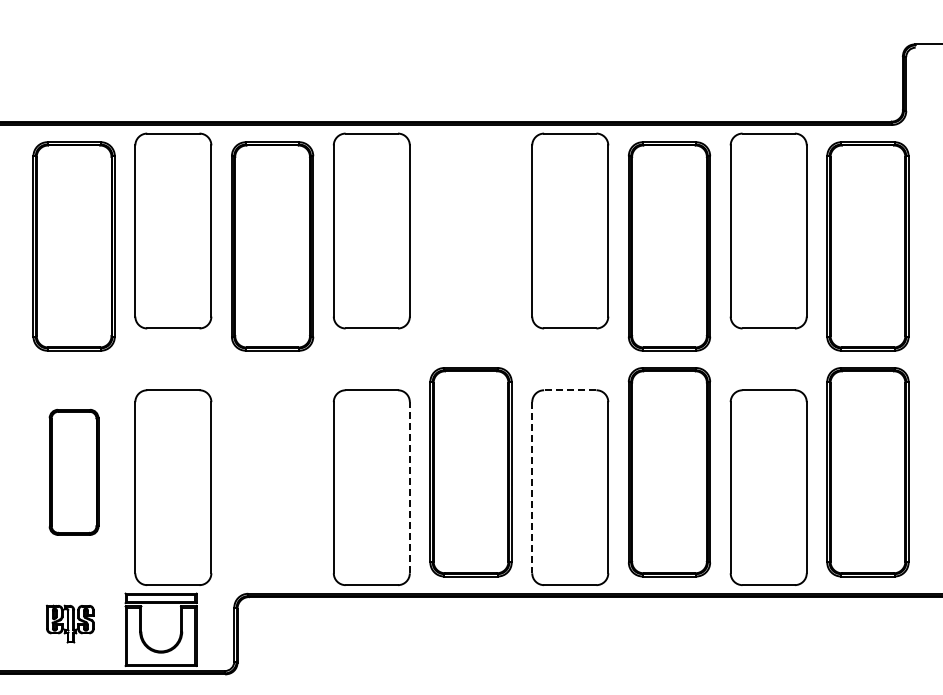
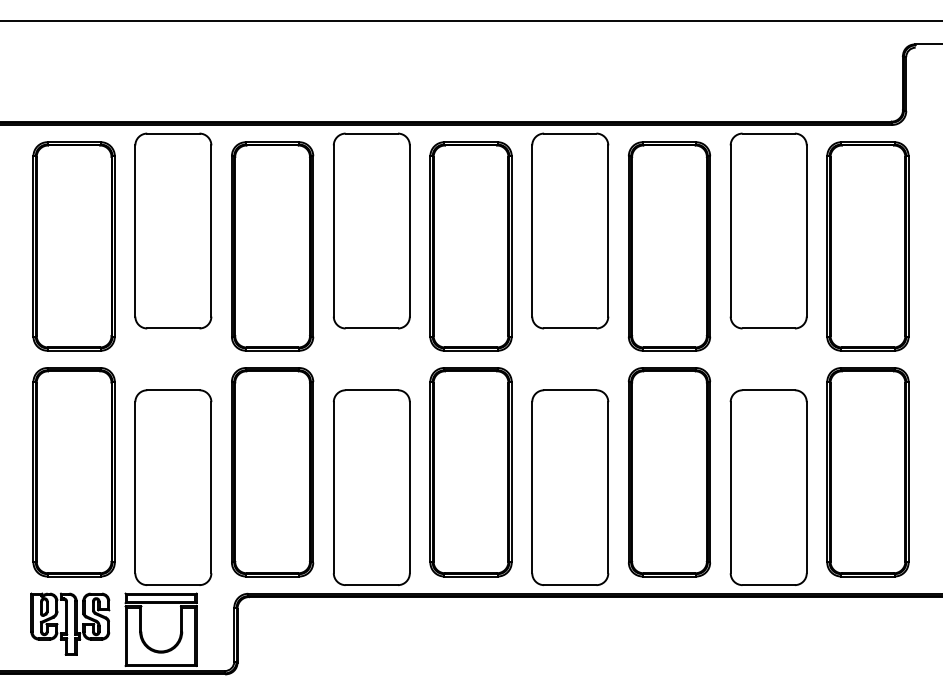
line at (470, 20): none -> present
part at (470, 246): none -> present
line at (569, 390): dashed -> solid
part at (73, 472) size: 52x127 px -> 84x211 px
part at (272, 472): none -> present
line at (409, 487): dashed -> solid
line at (532, 487): dashed -> solid
part at (70, 623) size: 49x40 px -> 81x64 px
